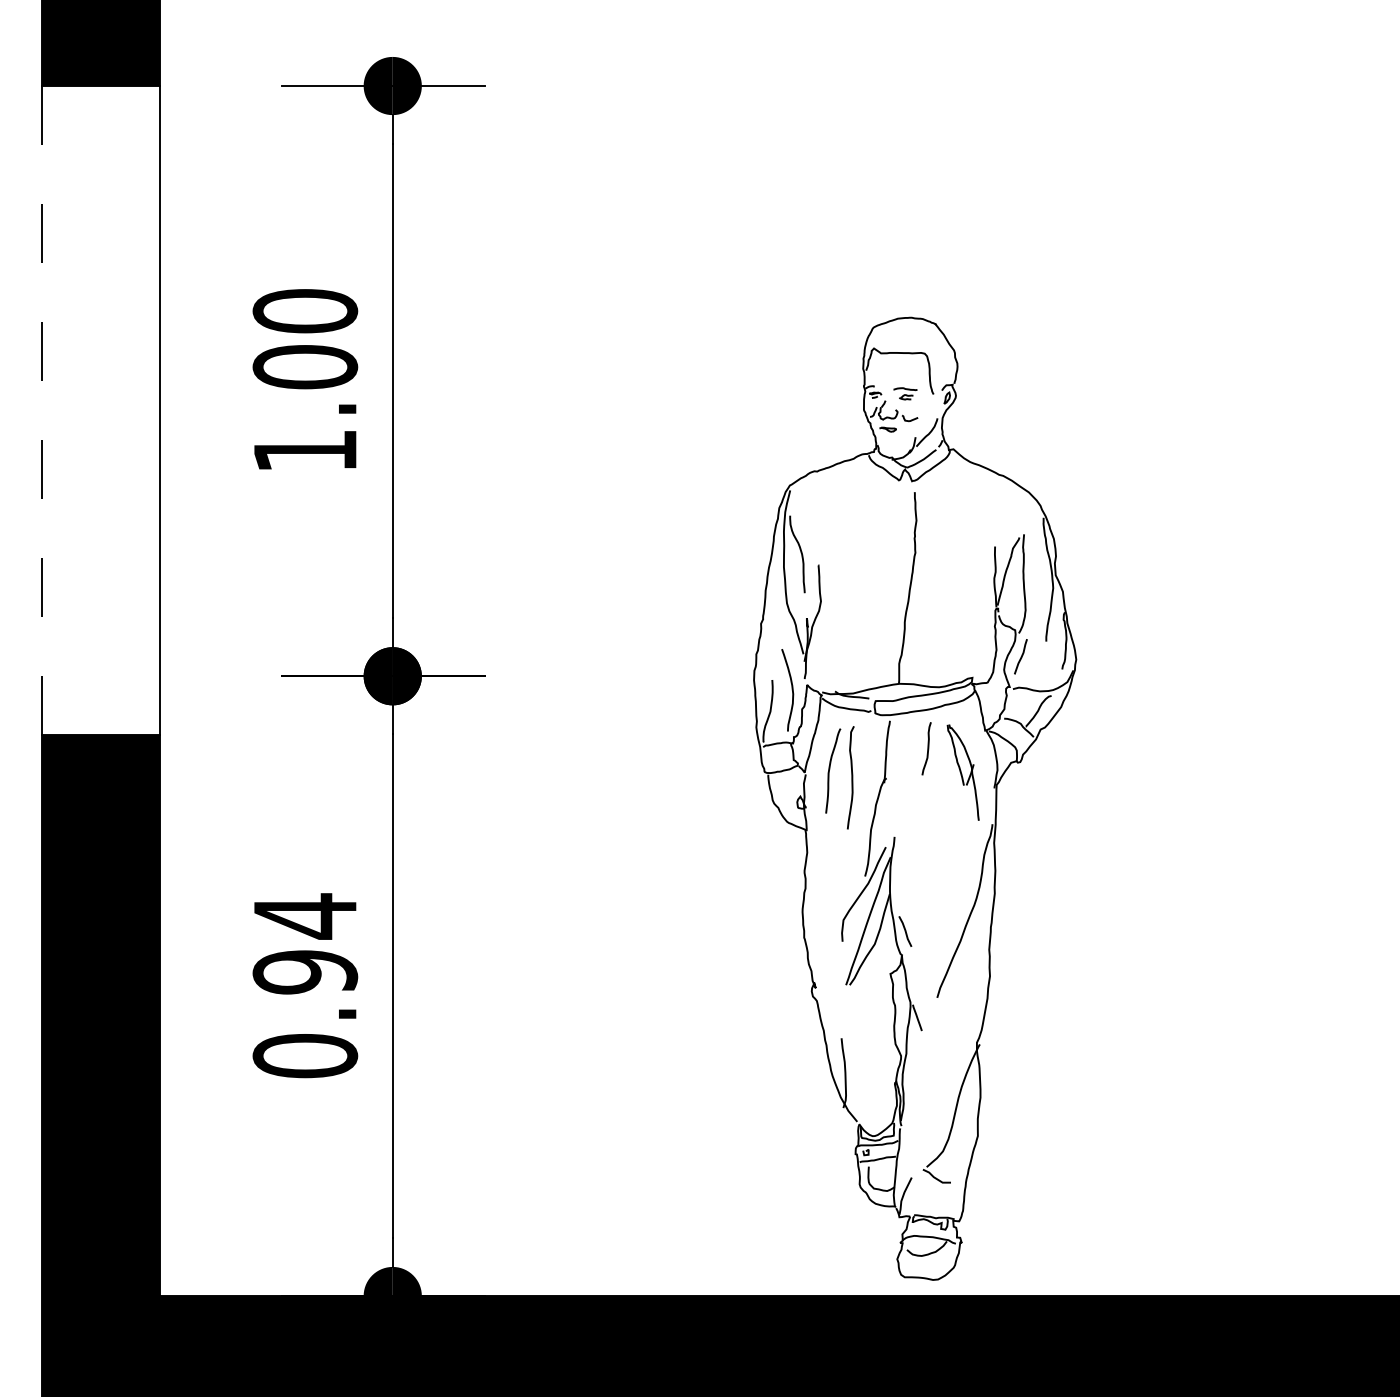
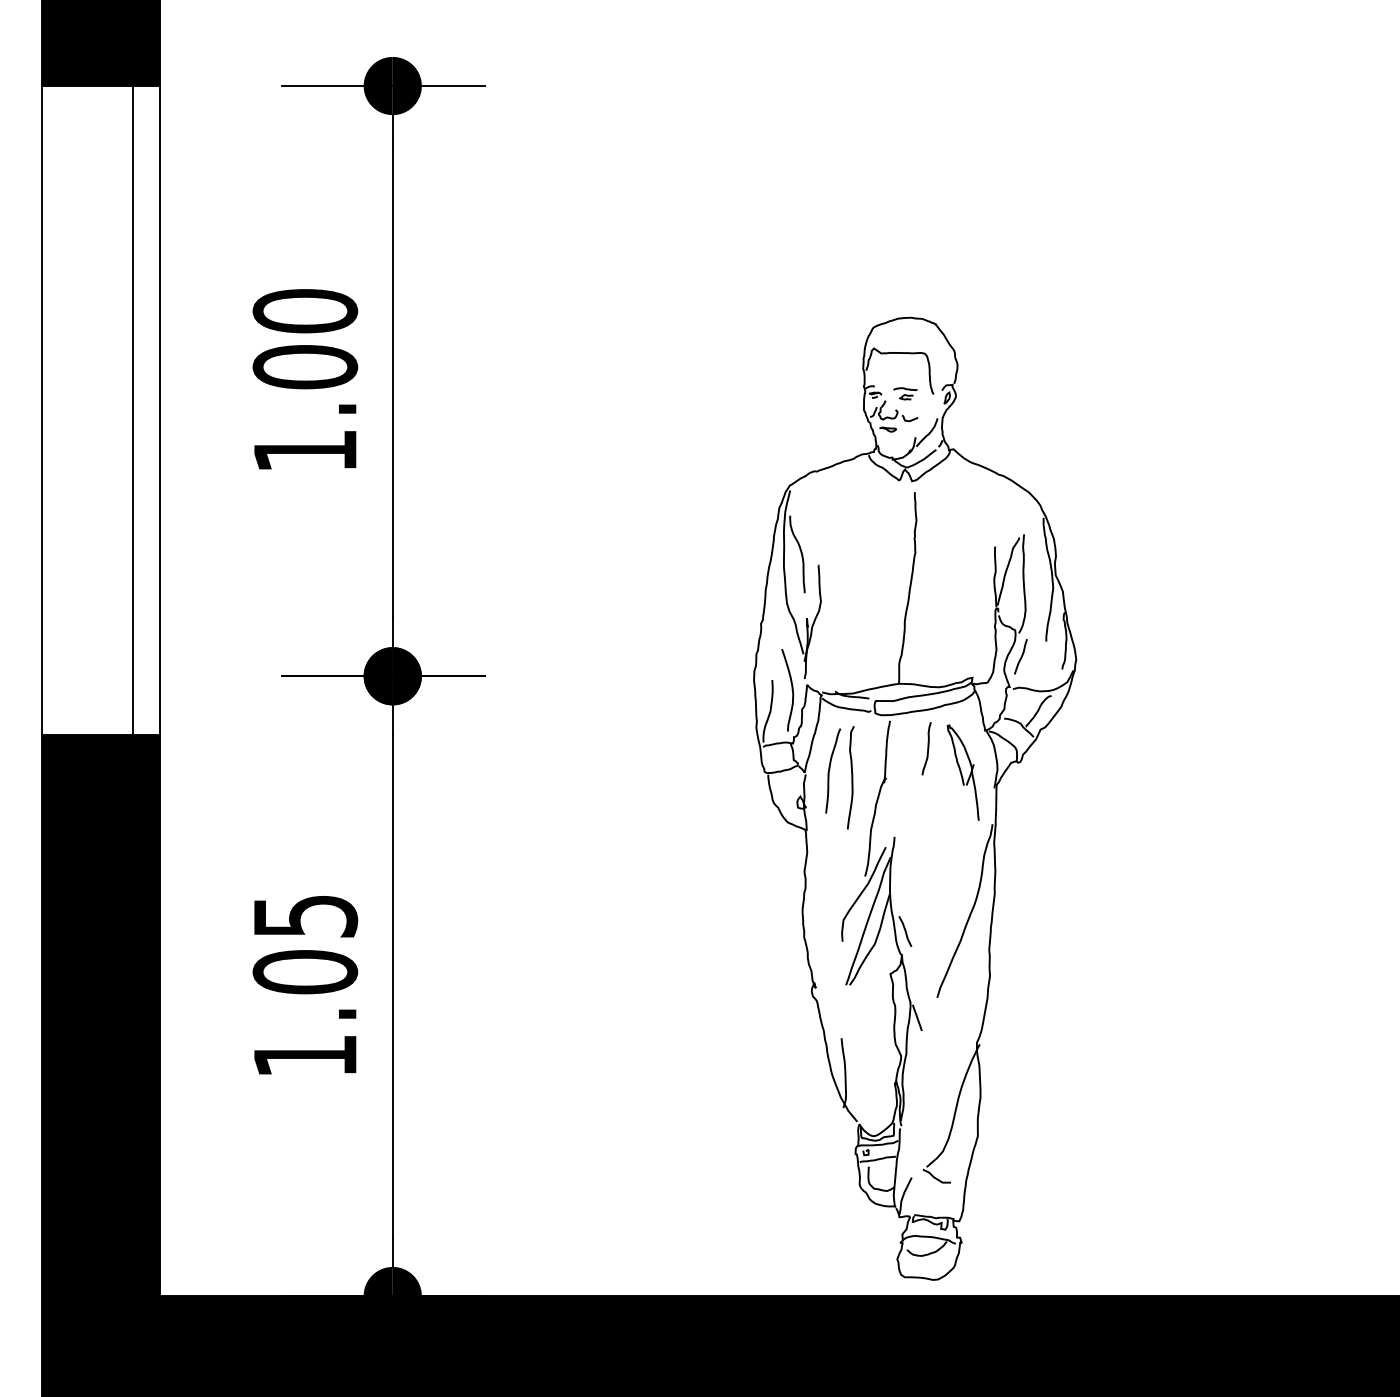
line at (41, 410): dashed -> solid
line at (133, 410): none -> present
text at (305, 985): 0.94 -> 1.05
